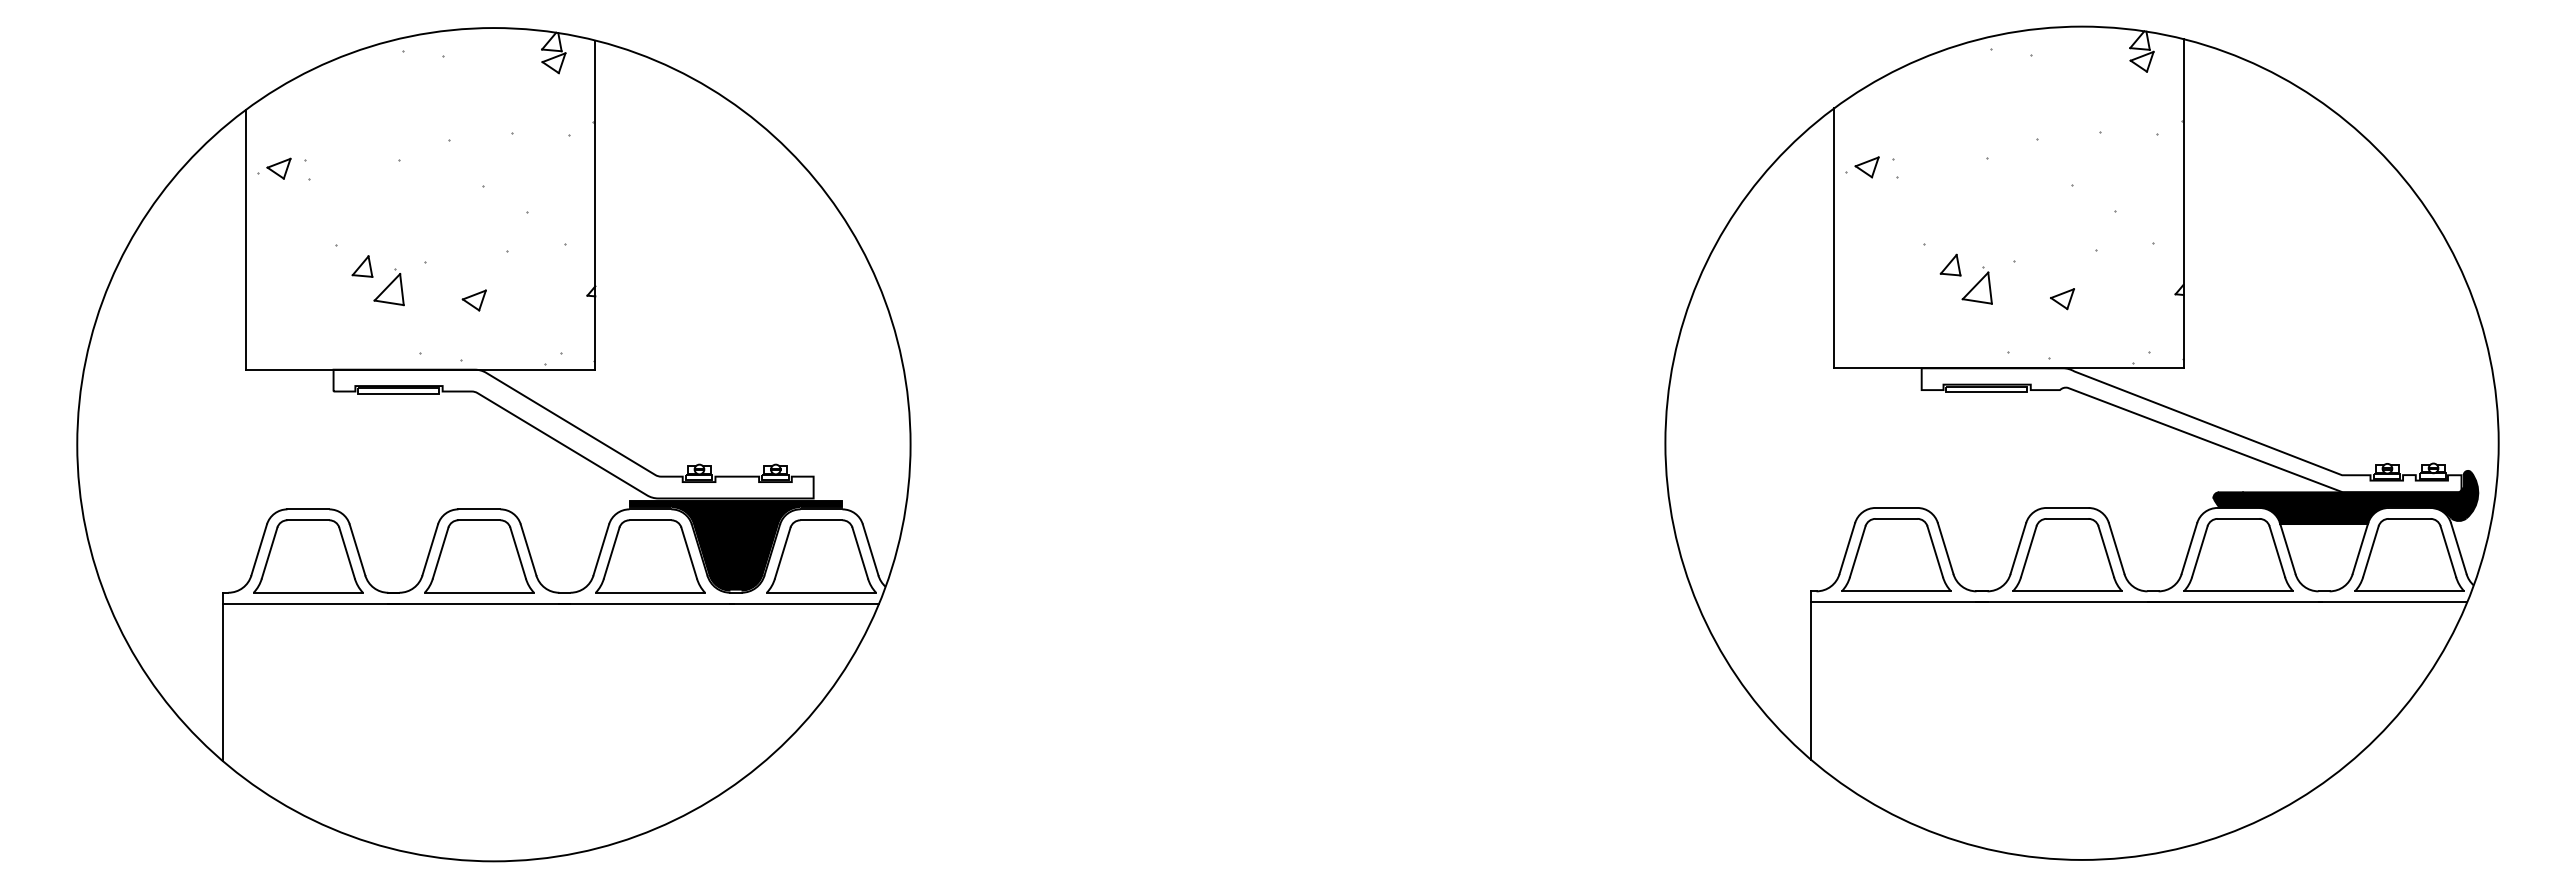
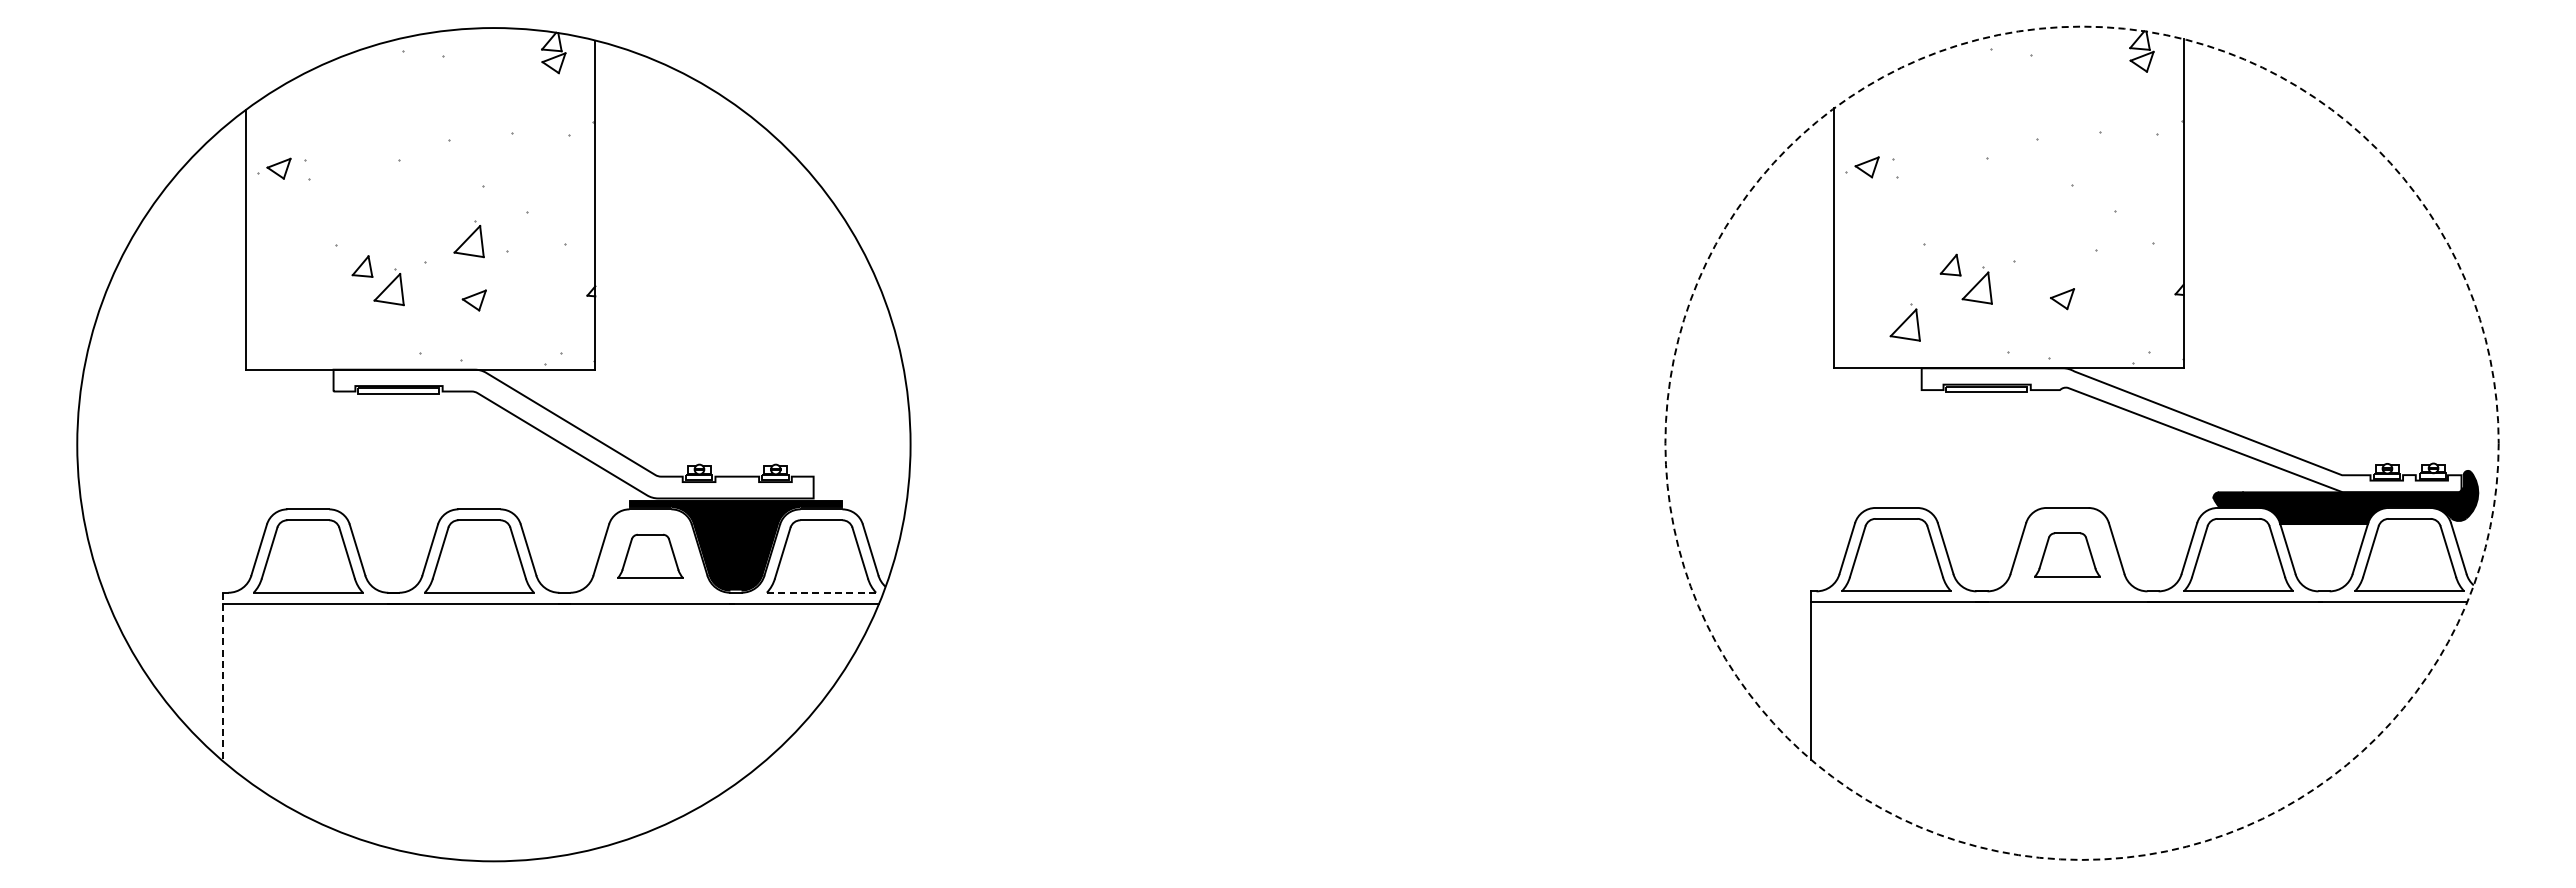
part at (468, 239): none -> present
part at (1904, 322): none -> present
circle at (2081, 442): solid -> dashed
part at (2067, 554) size: 111x74 px -> 67x46 px
part at (650, 556) size: 111x75 px -> 67x46 px
line at (821, 592): solid -> dashed
line at (223, 677): solid -> dashed
